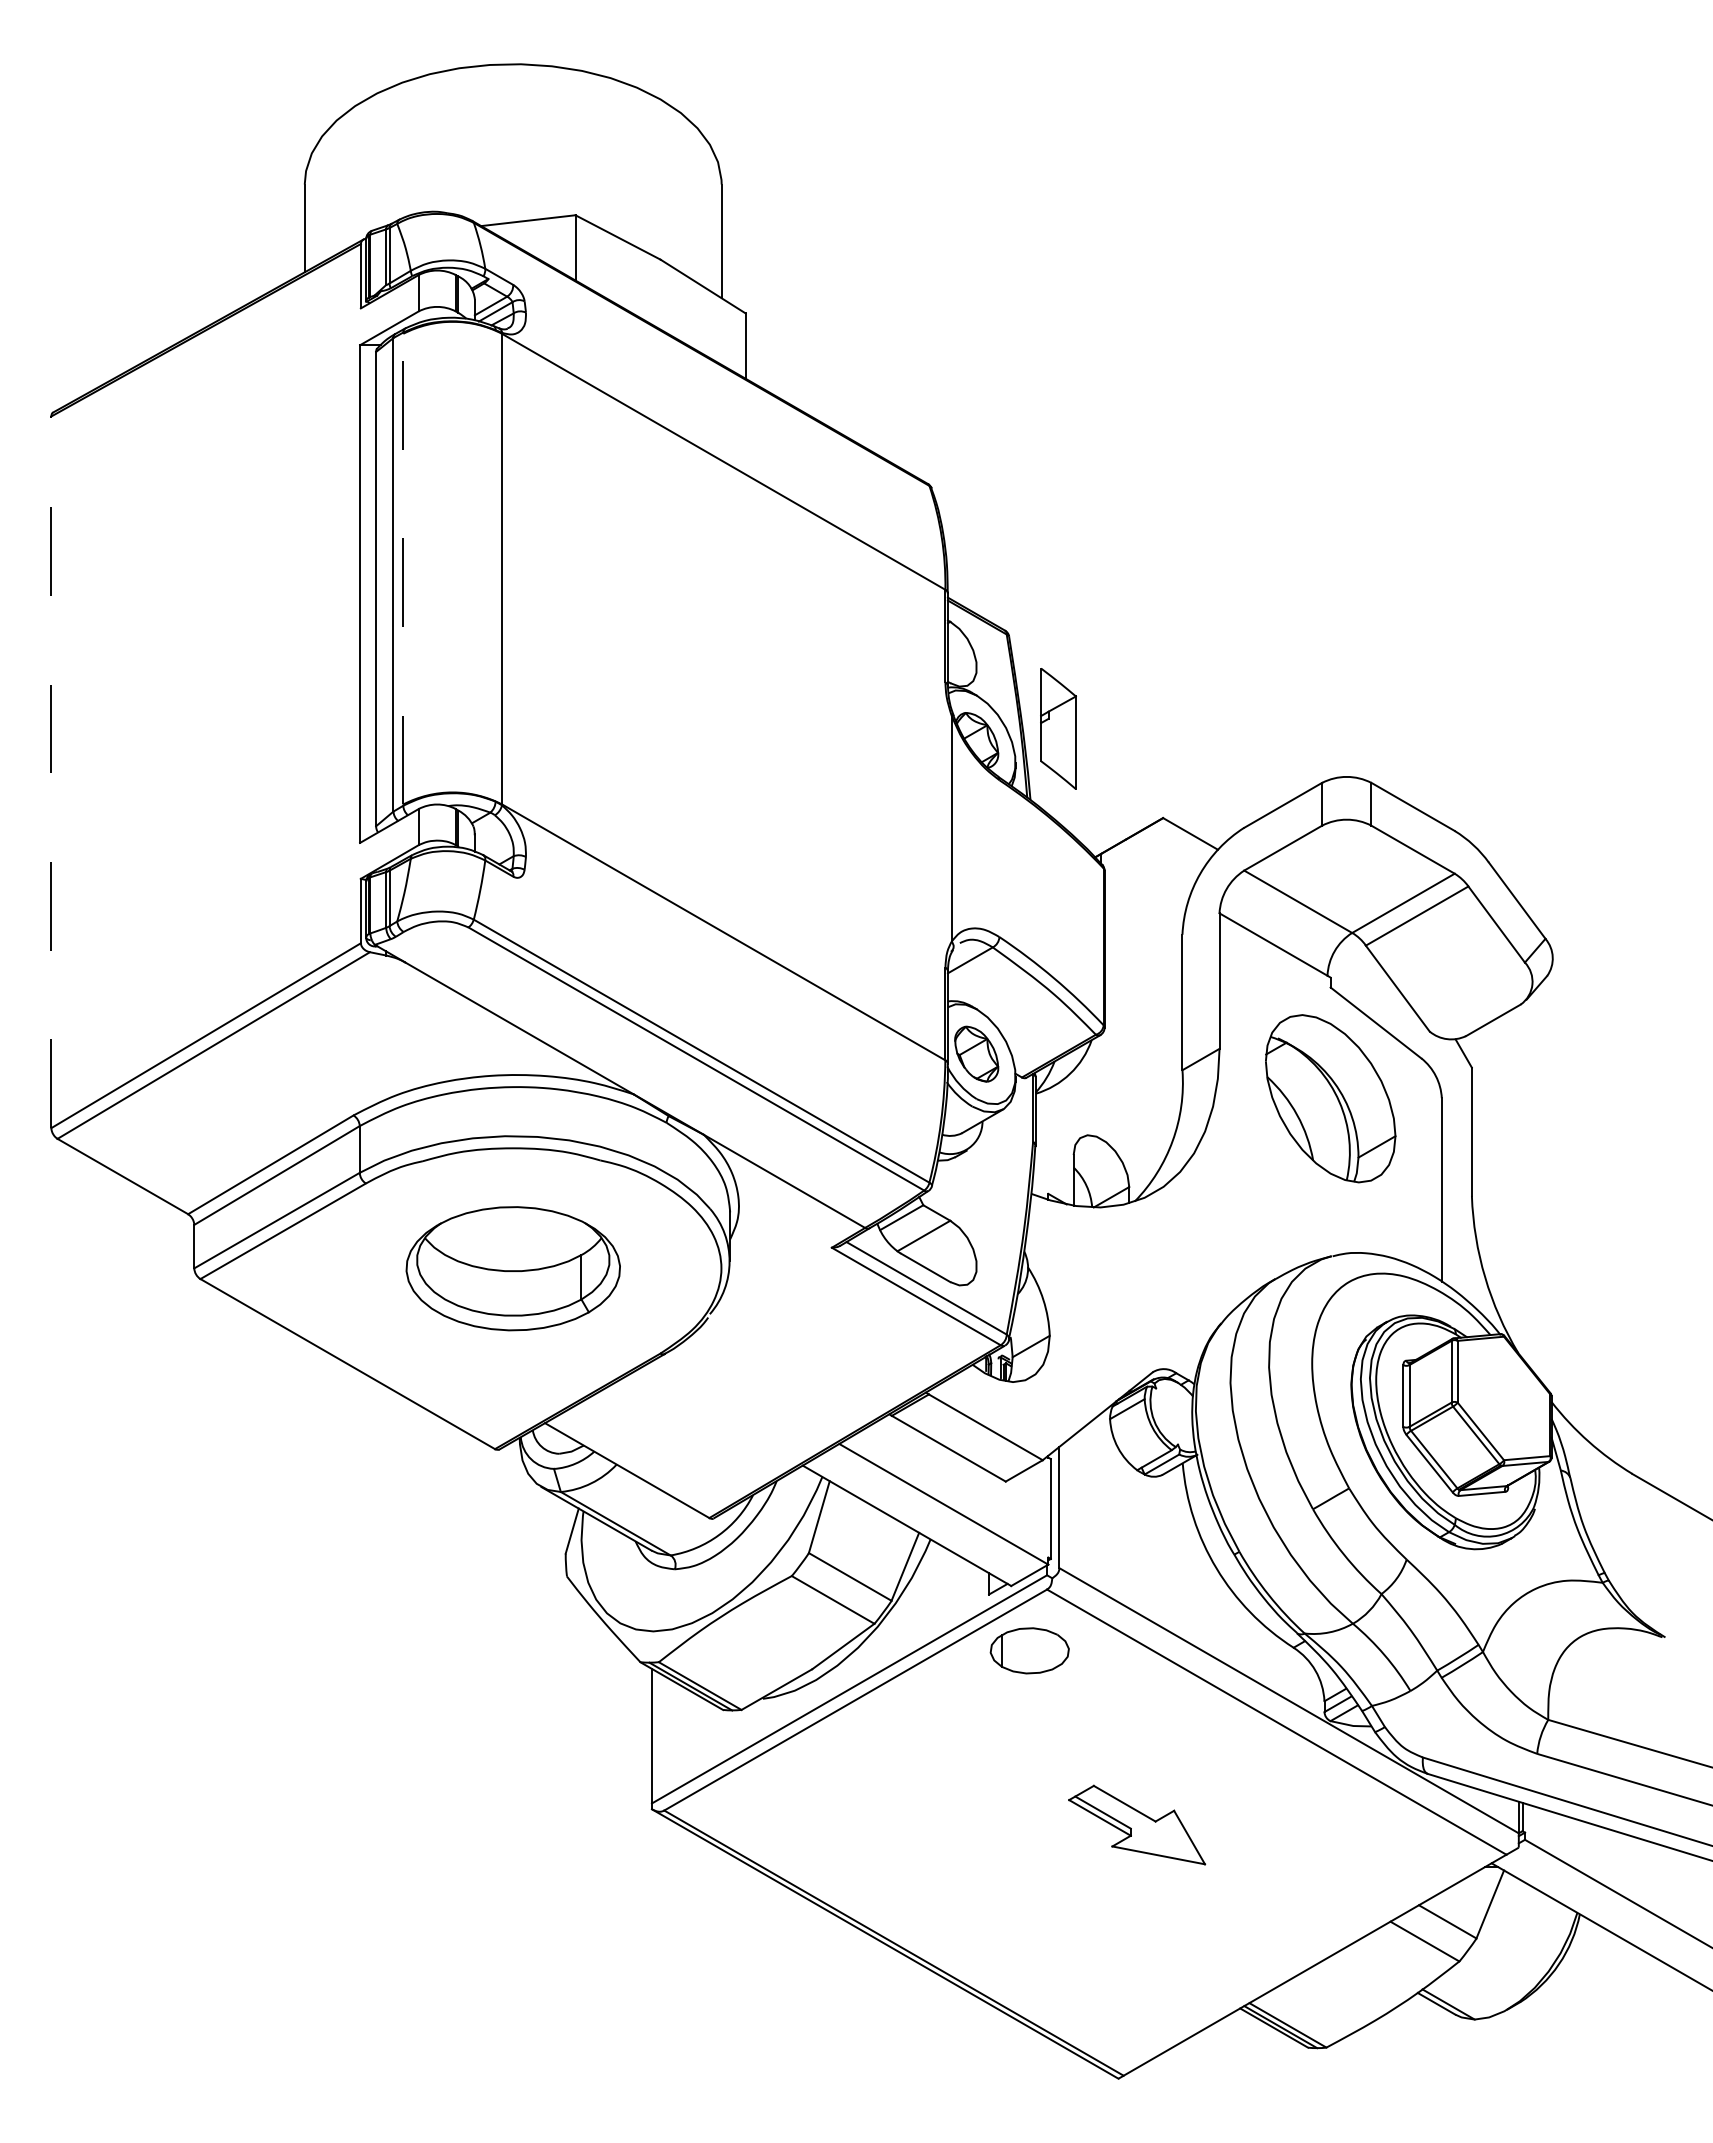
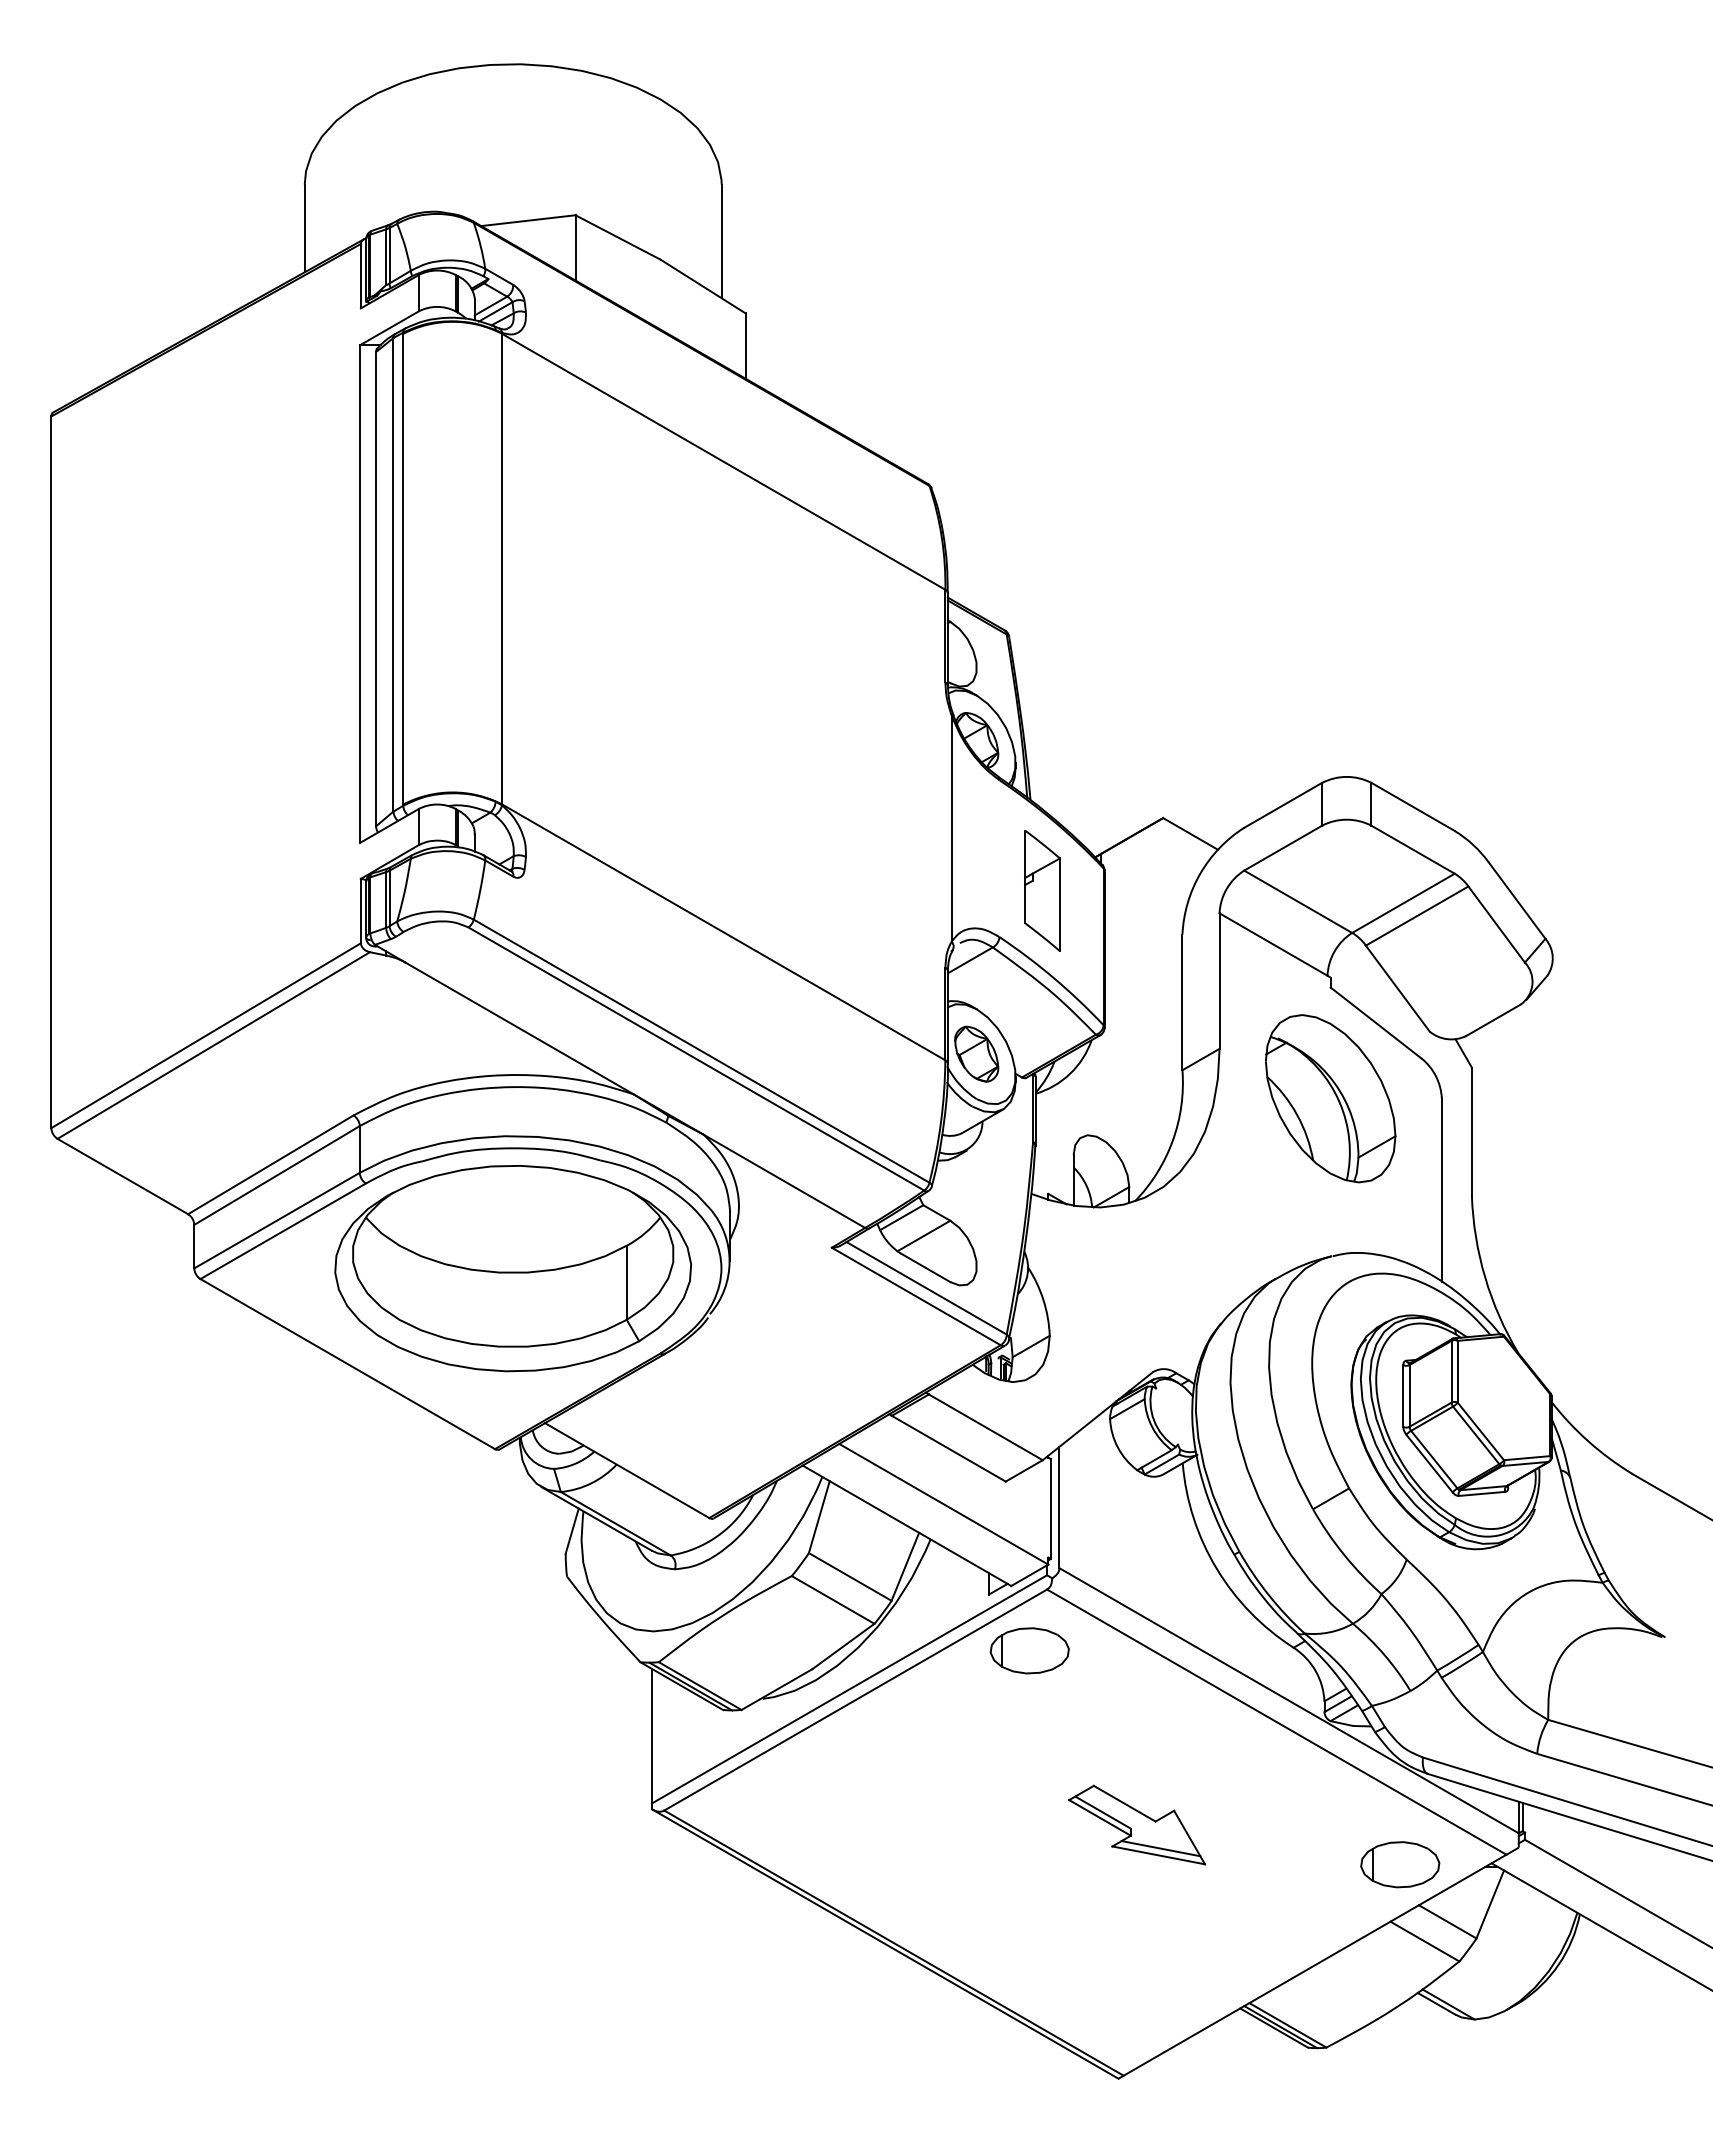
line at (403, 568): dashed -> solid
part at (1058, 728) position: (1058, 728) -> (1042, 890)
line at (51, 772): dashed -> solid
part at (512, 1268) size: 216x126 px -> 359x208 px
line at (1160, 1848): none -> present
part at (1400, 1864): none -> present
